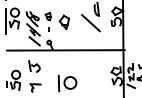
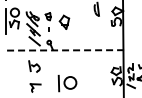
line at (90, 23): present -> none
line at (65, 50): solid -> dashed
part at (13, 79): present -> none
